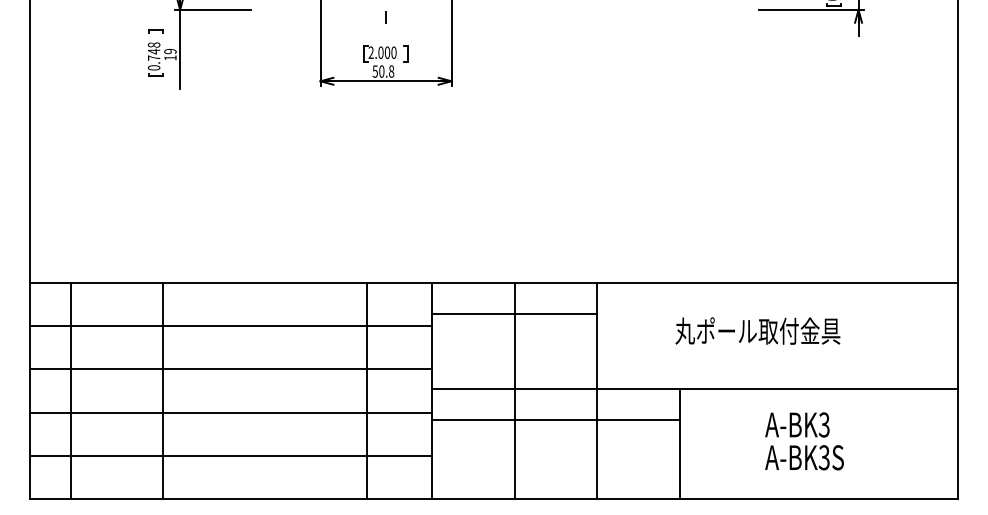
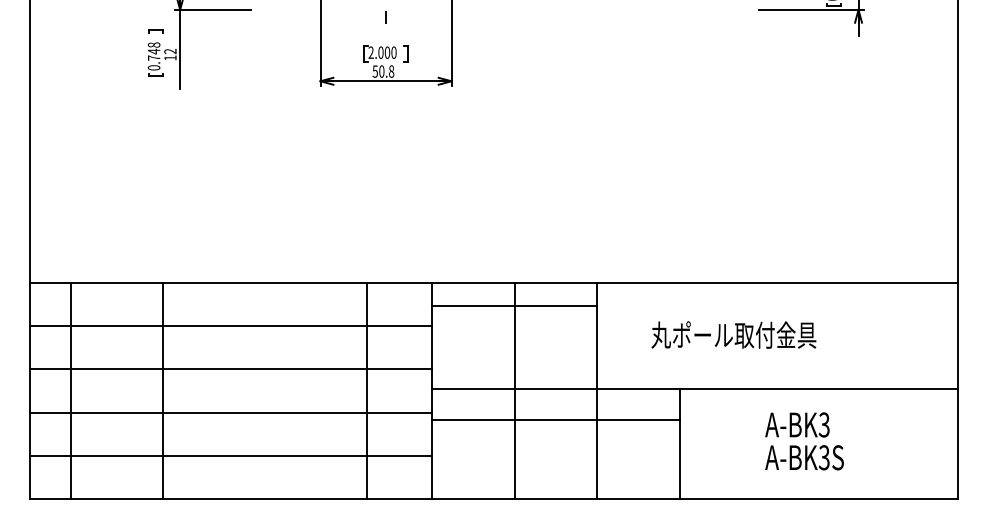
text at (170, 51): 19 -> 12
line at (514, 313) position: (514, 313) -> (514, 305)
text at (757, 330) position: (757, 330) -> (733, 334)
